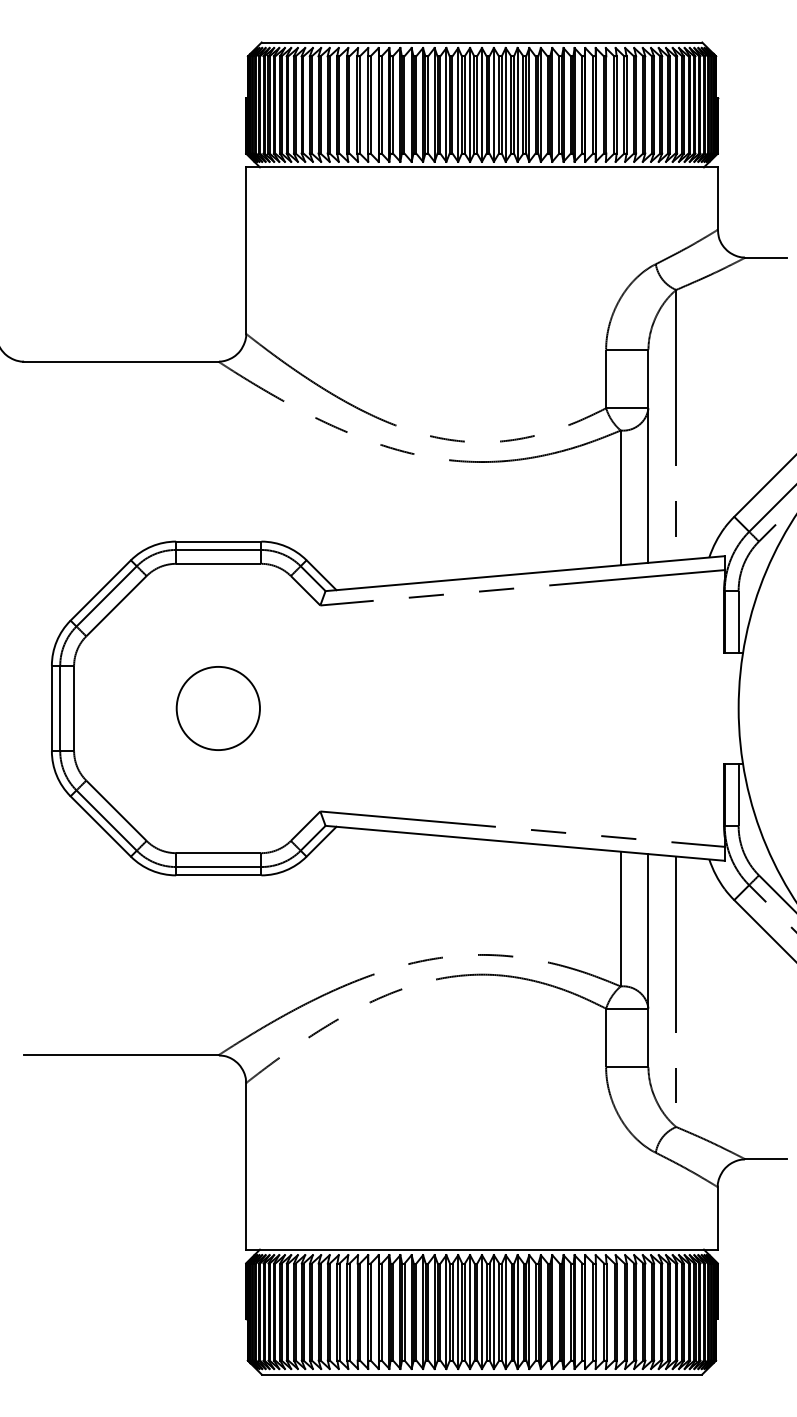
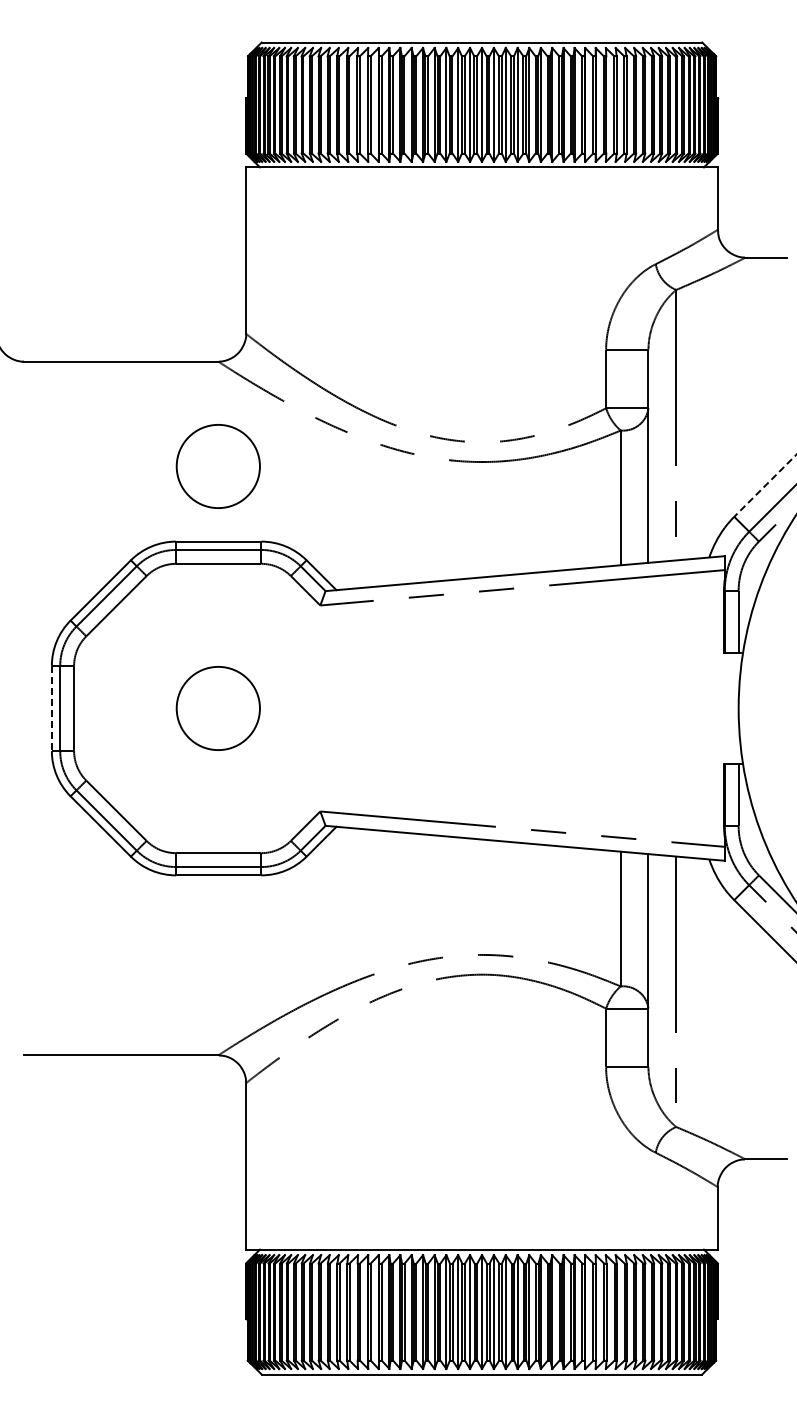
circle at (217, 466): none -> present
line at (765, 485): solid -> dashed
line at (51, 708): solid -> dashed
